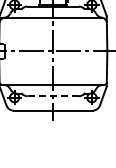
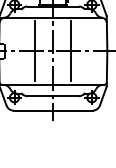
line at (35, 51): none -> present
line at (71, 51): none -> present
line at (53, 96): dashed -> solid
